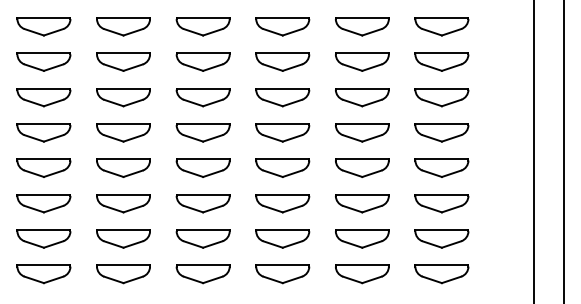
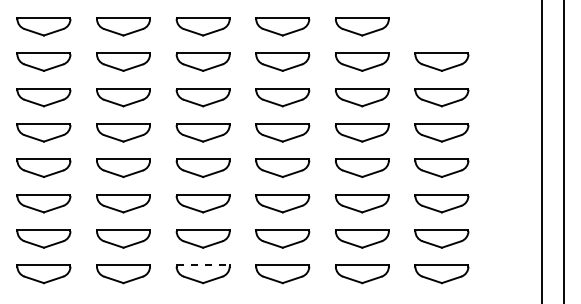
part at (441, 26): present -> none
line at (534, 151) position: (534, 151) -> (542, 151)
line at (203, 265): solid -> dashed
